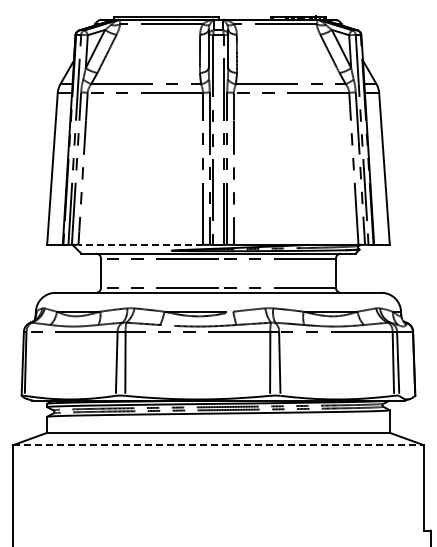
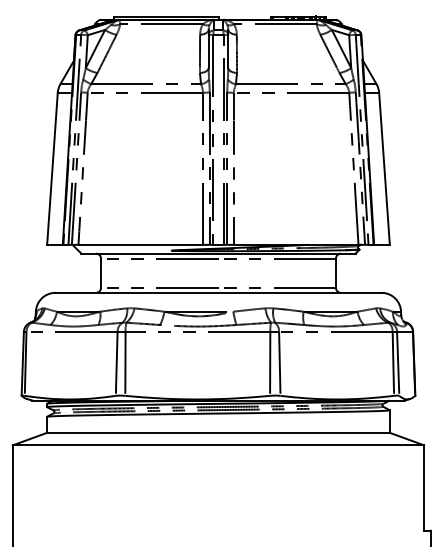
line at (140, 244): dashed -> solid
line at (218, 445): dashed -> solid
